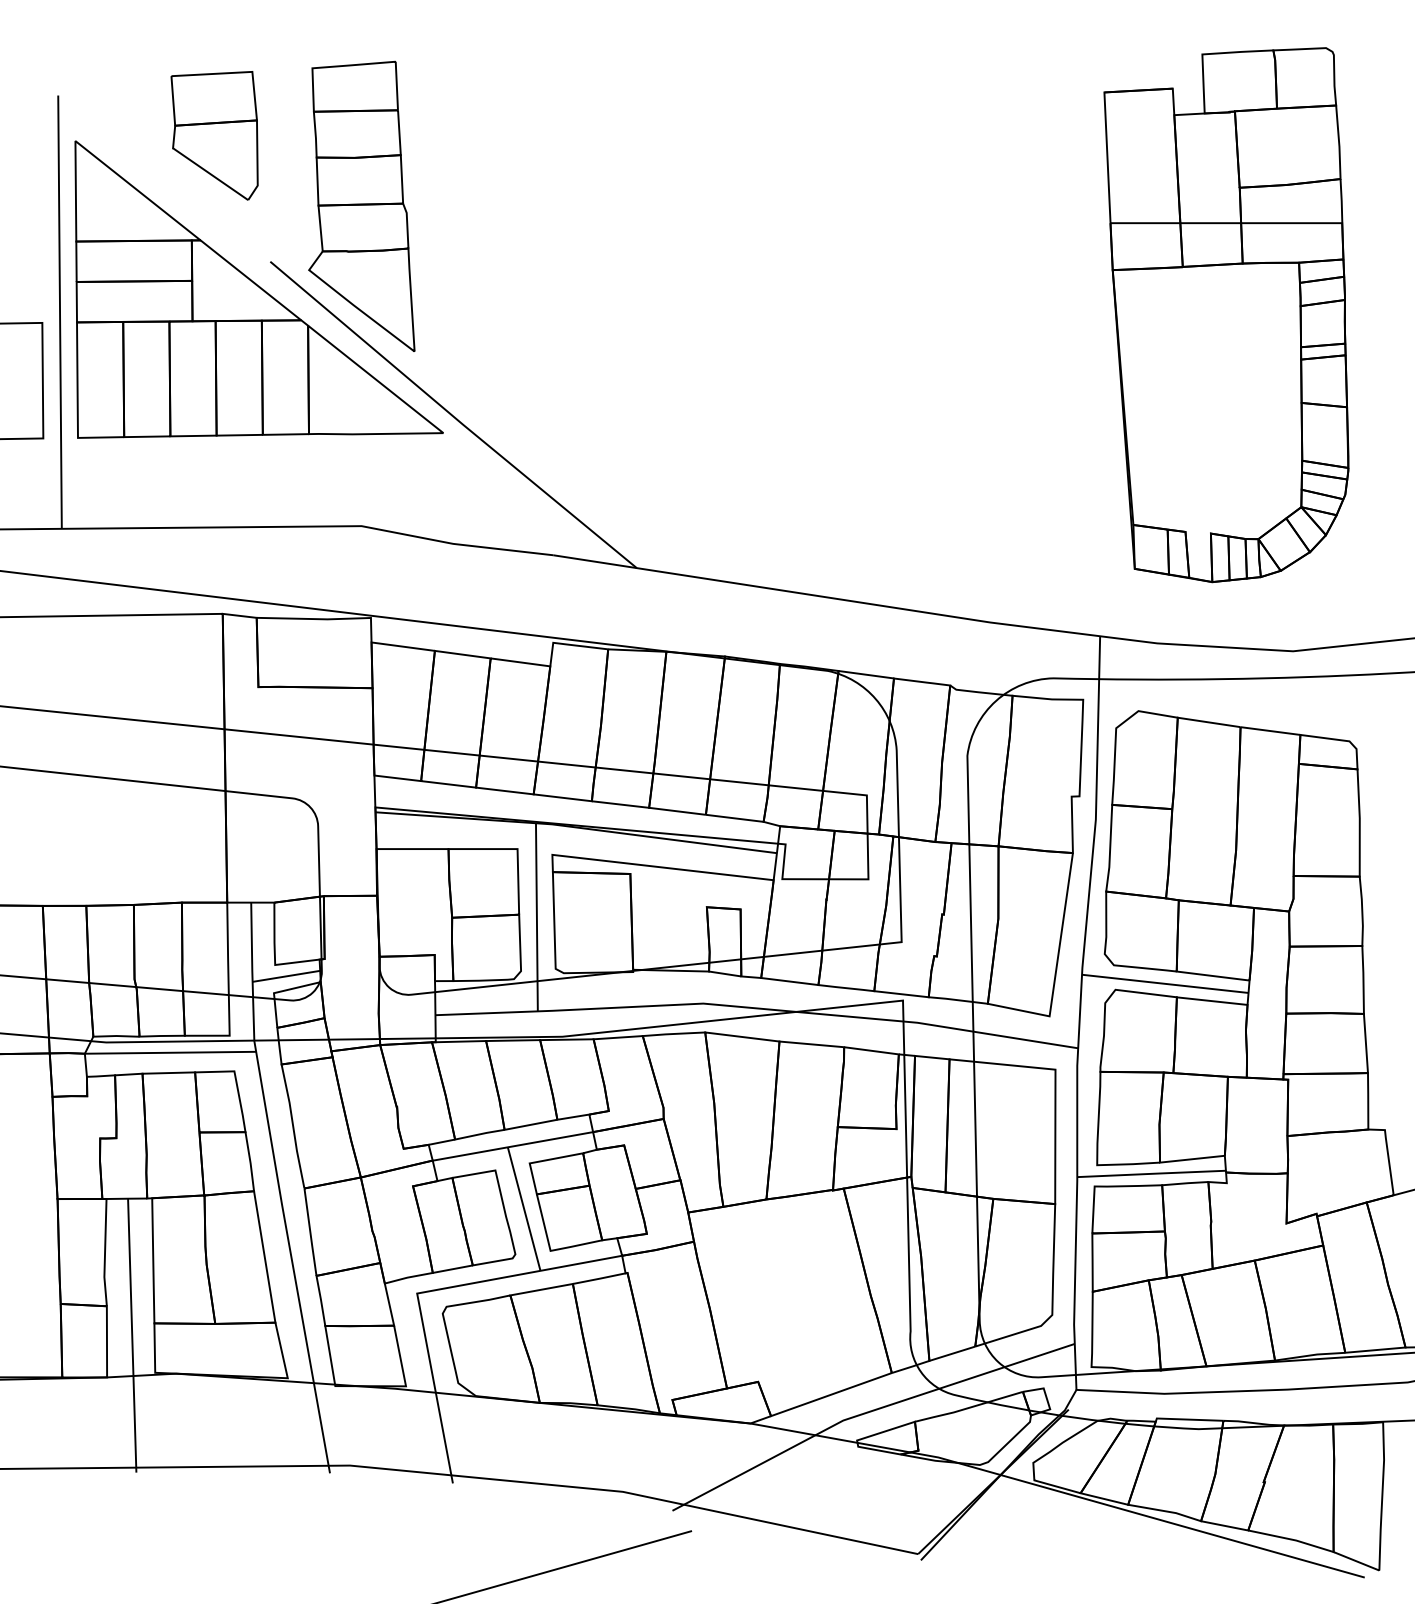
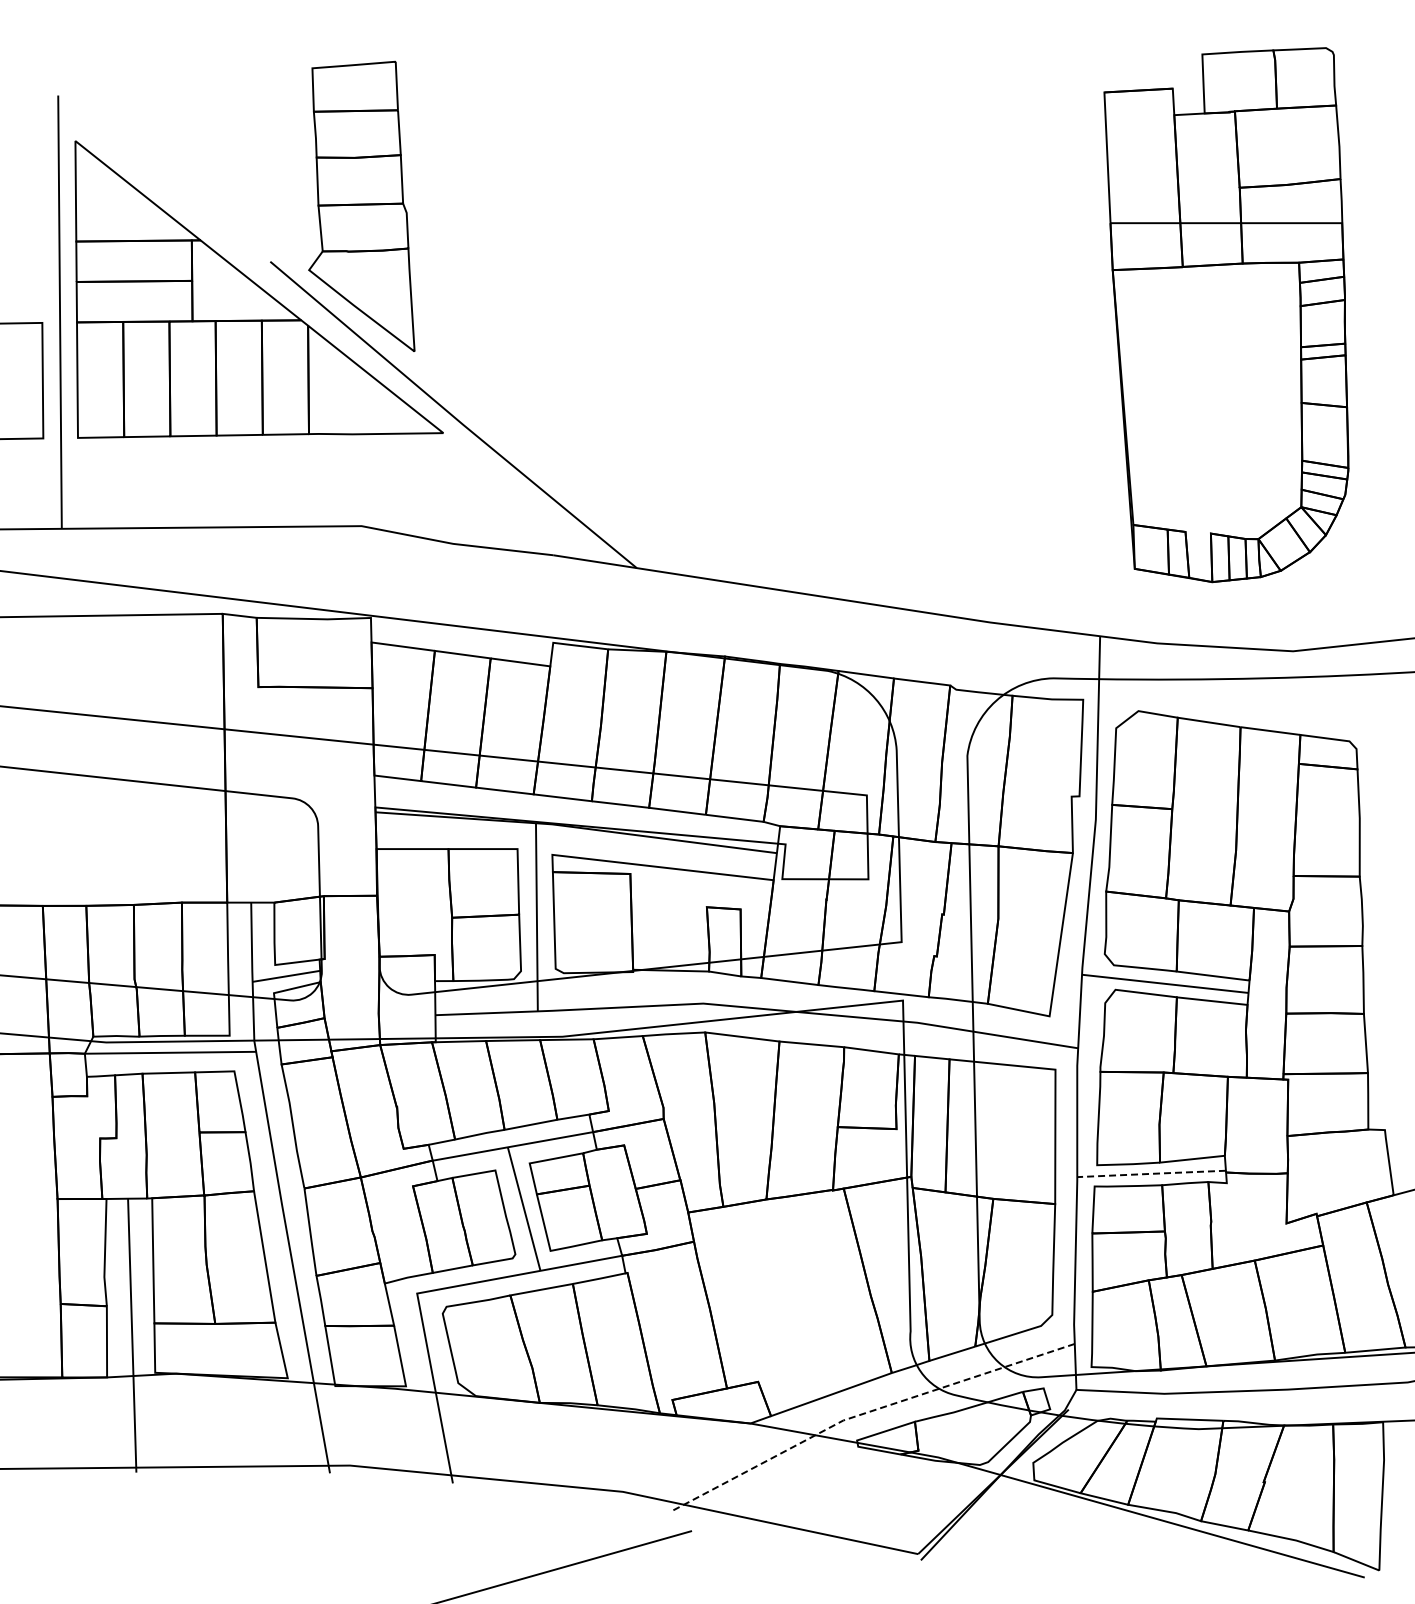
part at (214, 135): present -> none
line at (1151, 1173): solid -> dashed
line at (866, 1412): solid -> dashed
